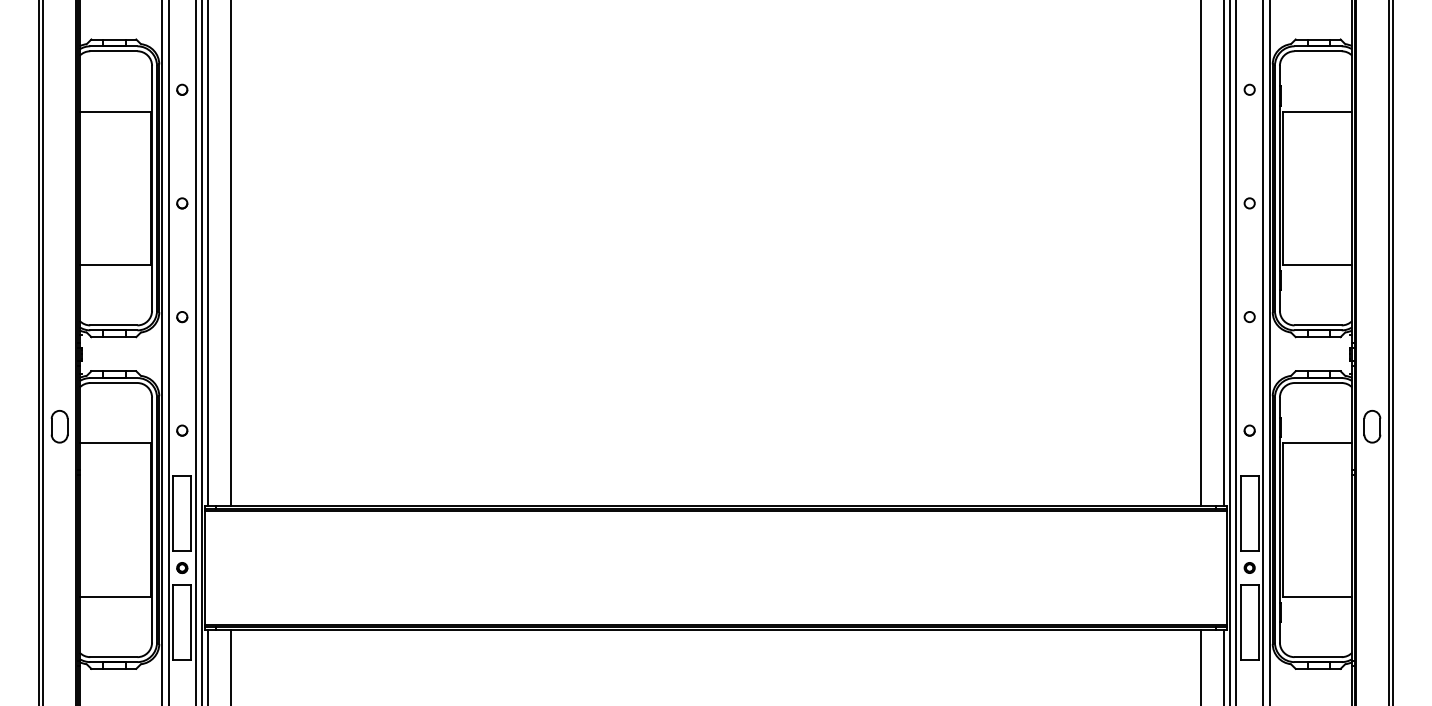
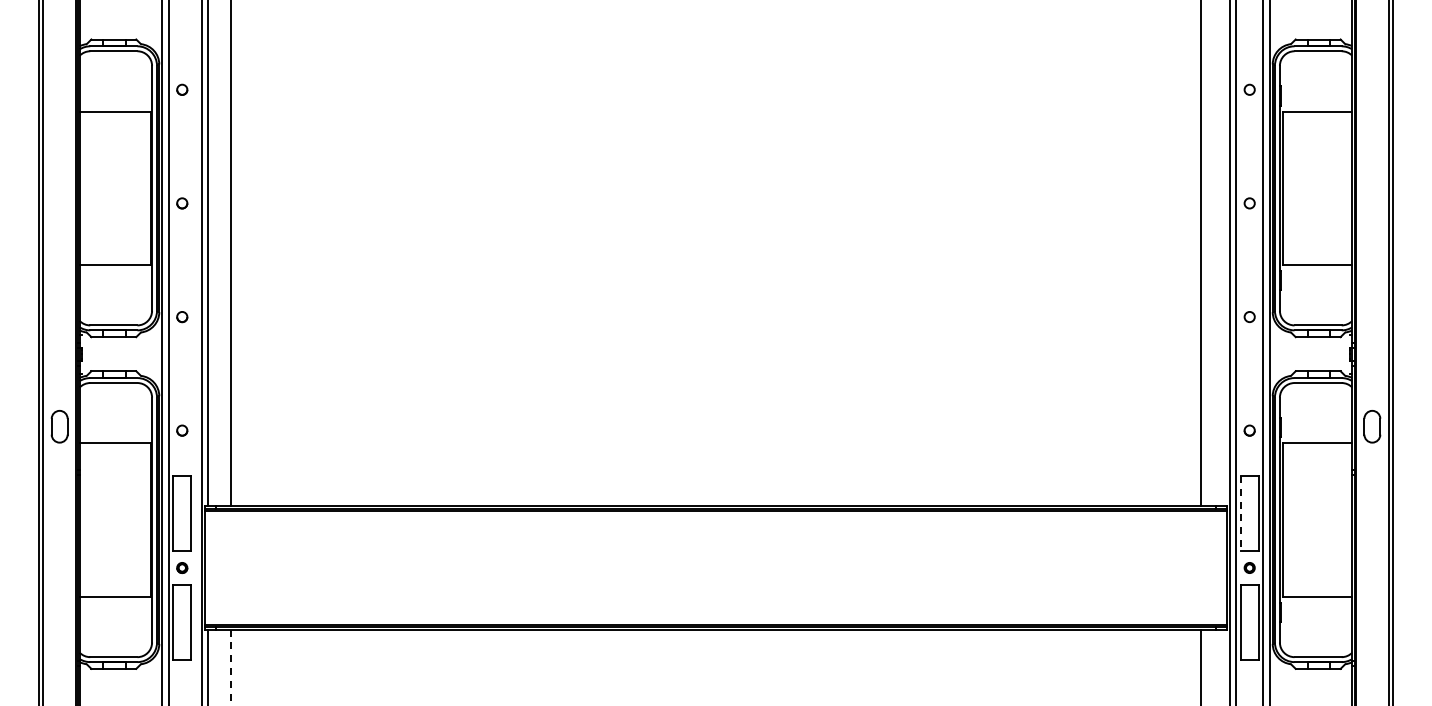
line at (1224, 253): present -> none
line at (195, 352): present -> none
line at (1240, 513): solid -> dashed
line at (1224, 666): present -> none
line at (230, 667): solid -> dashed
